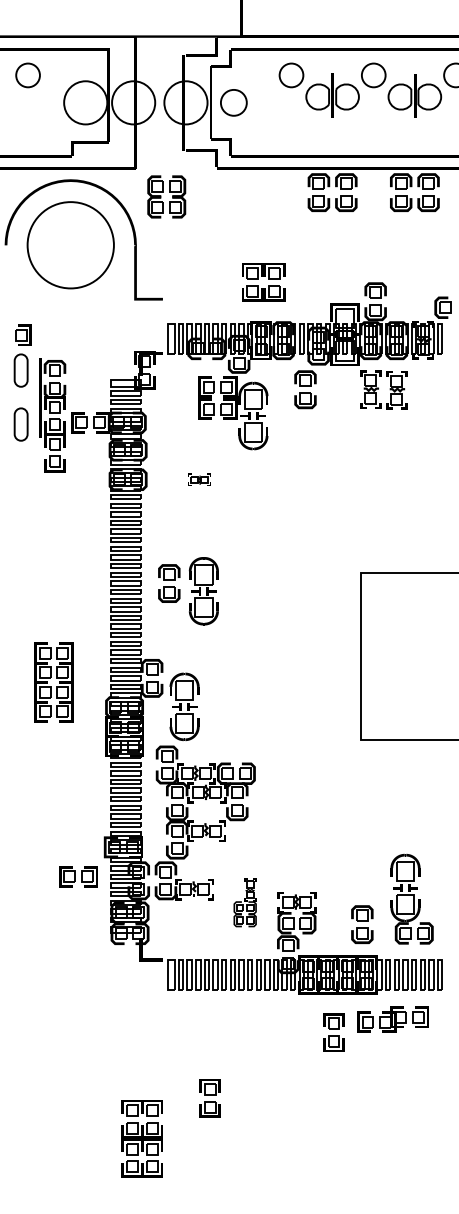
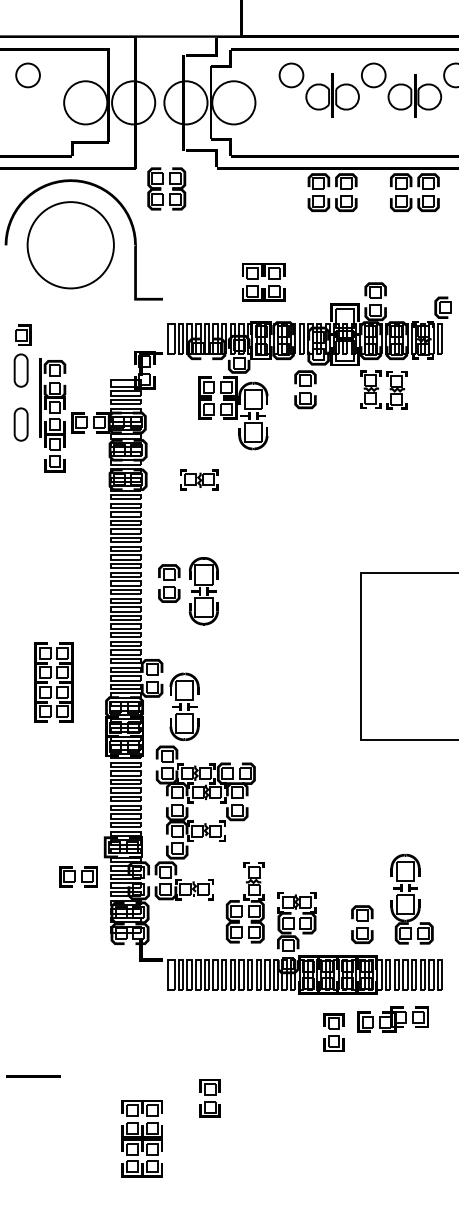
circle at (233, 102) diameter: 26 px -> 43 px
part at (166, 196) position: (166, 196) -> (166, 188)
part at (199, 479) size: 23x13 px -> 39x22 px
part at (244, 902) size: 24x50 px -> 40x82 px
line at (33, 1076): none -> present
